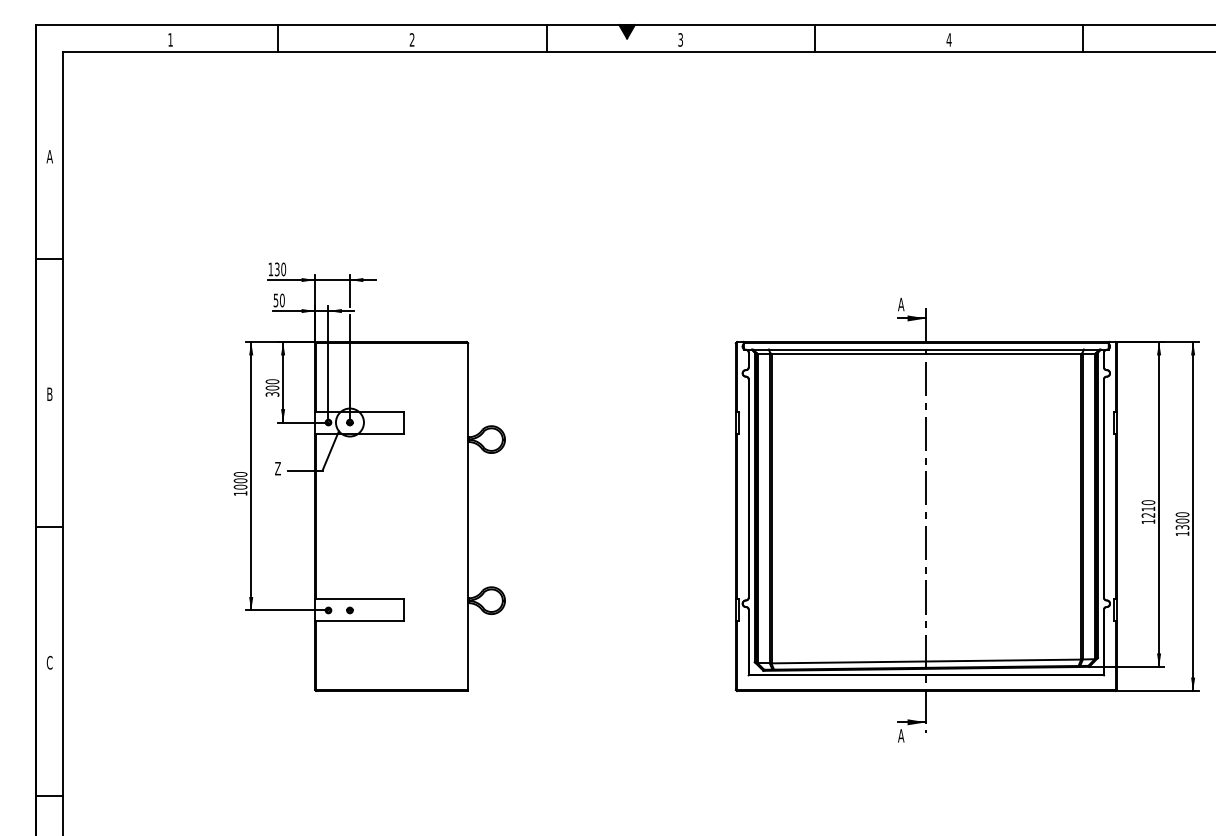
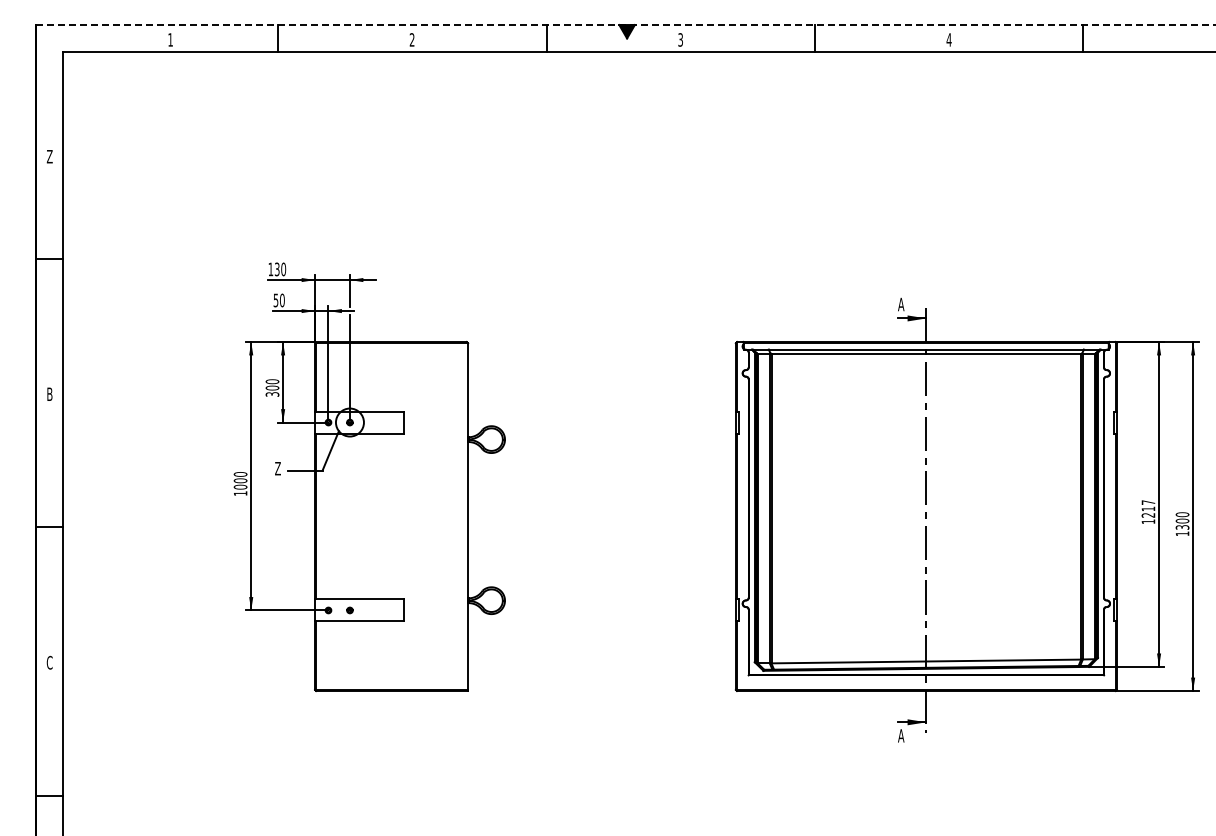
line at (626, 25): solid -> dashed
text at (49, 156): A -> Z
text at (1148, 502): 1210 -> 1217
